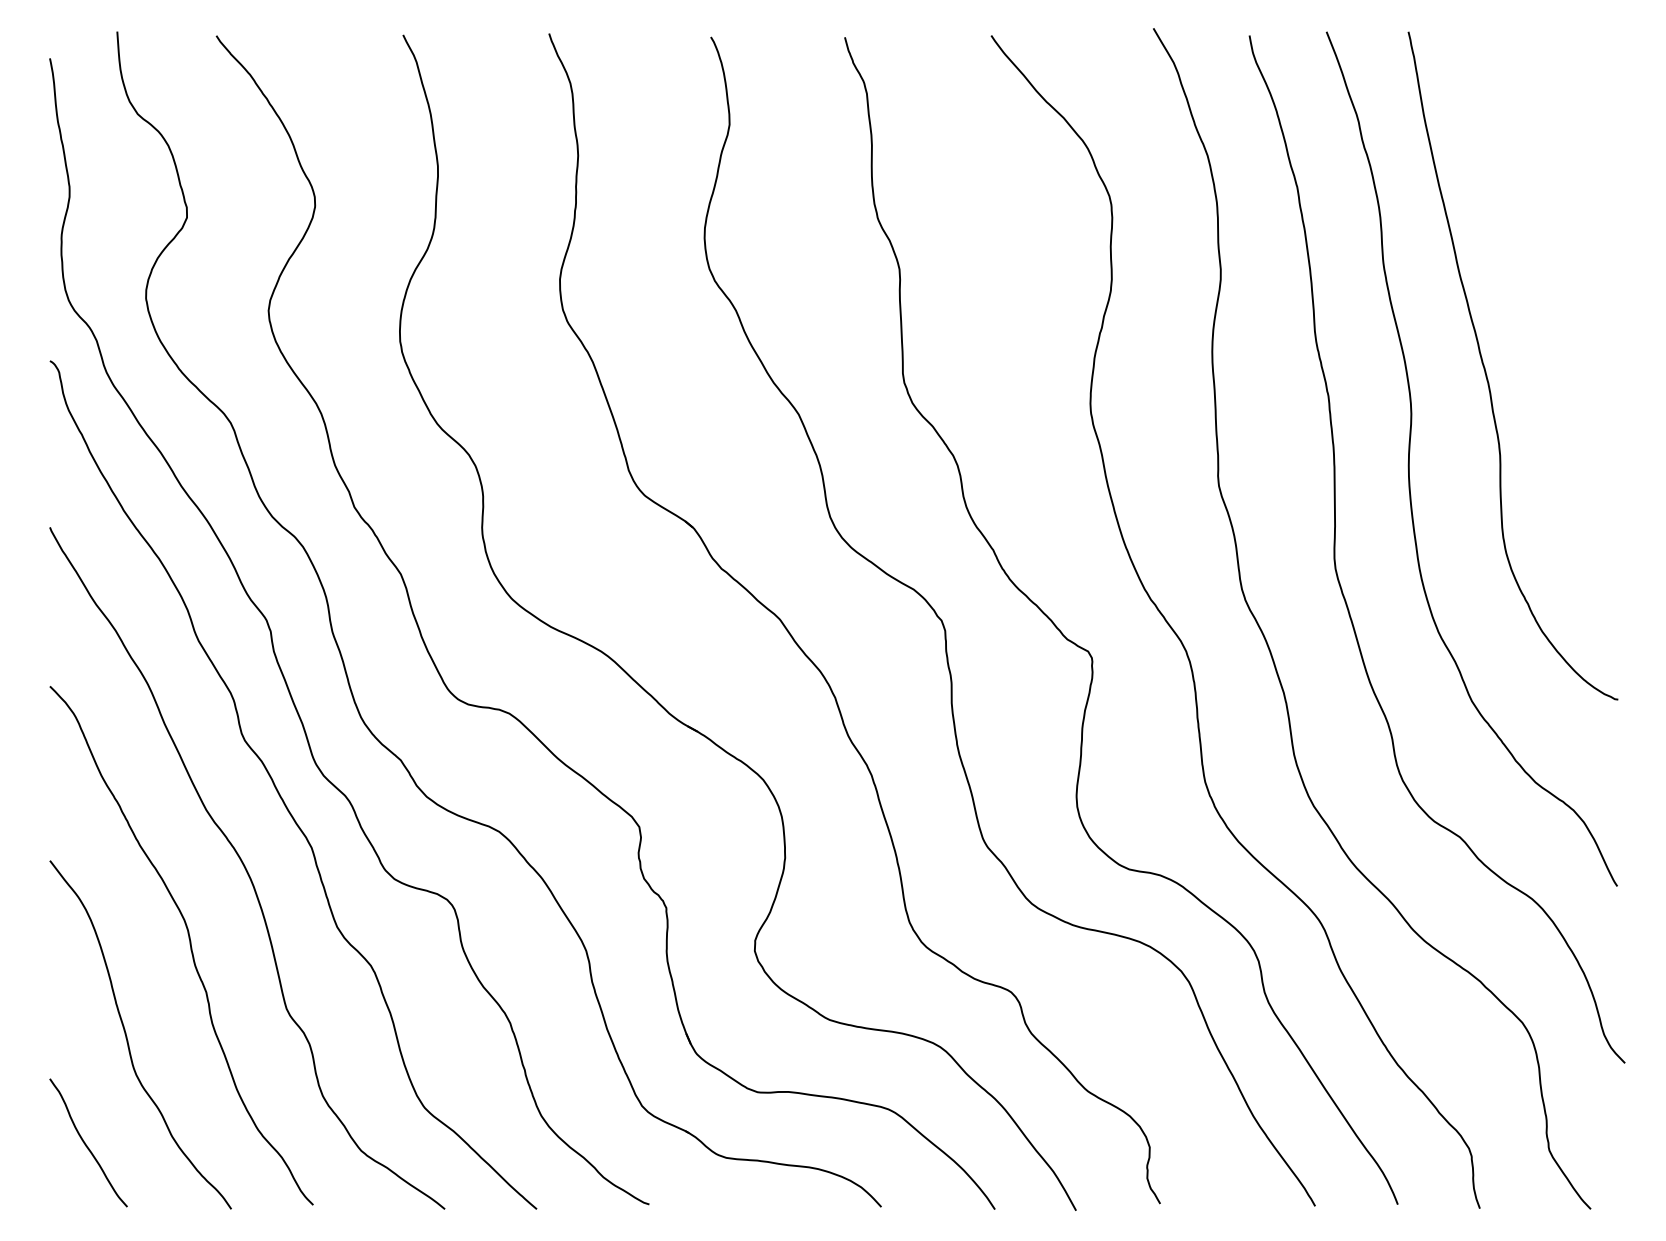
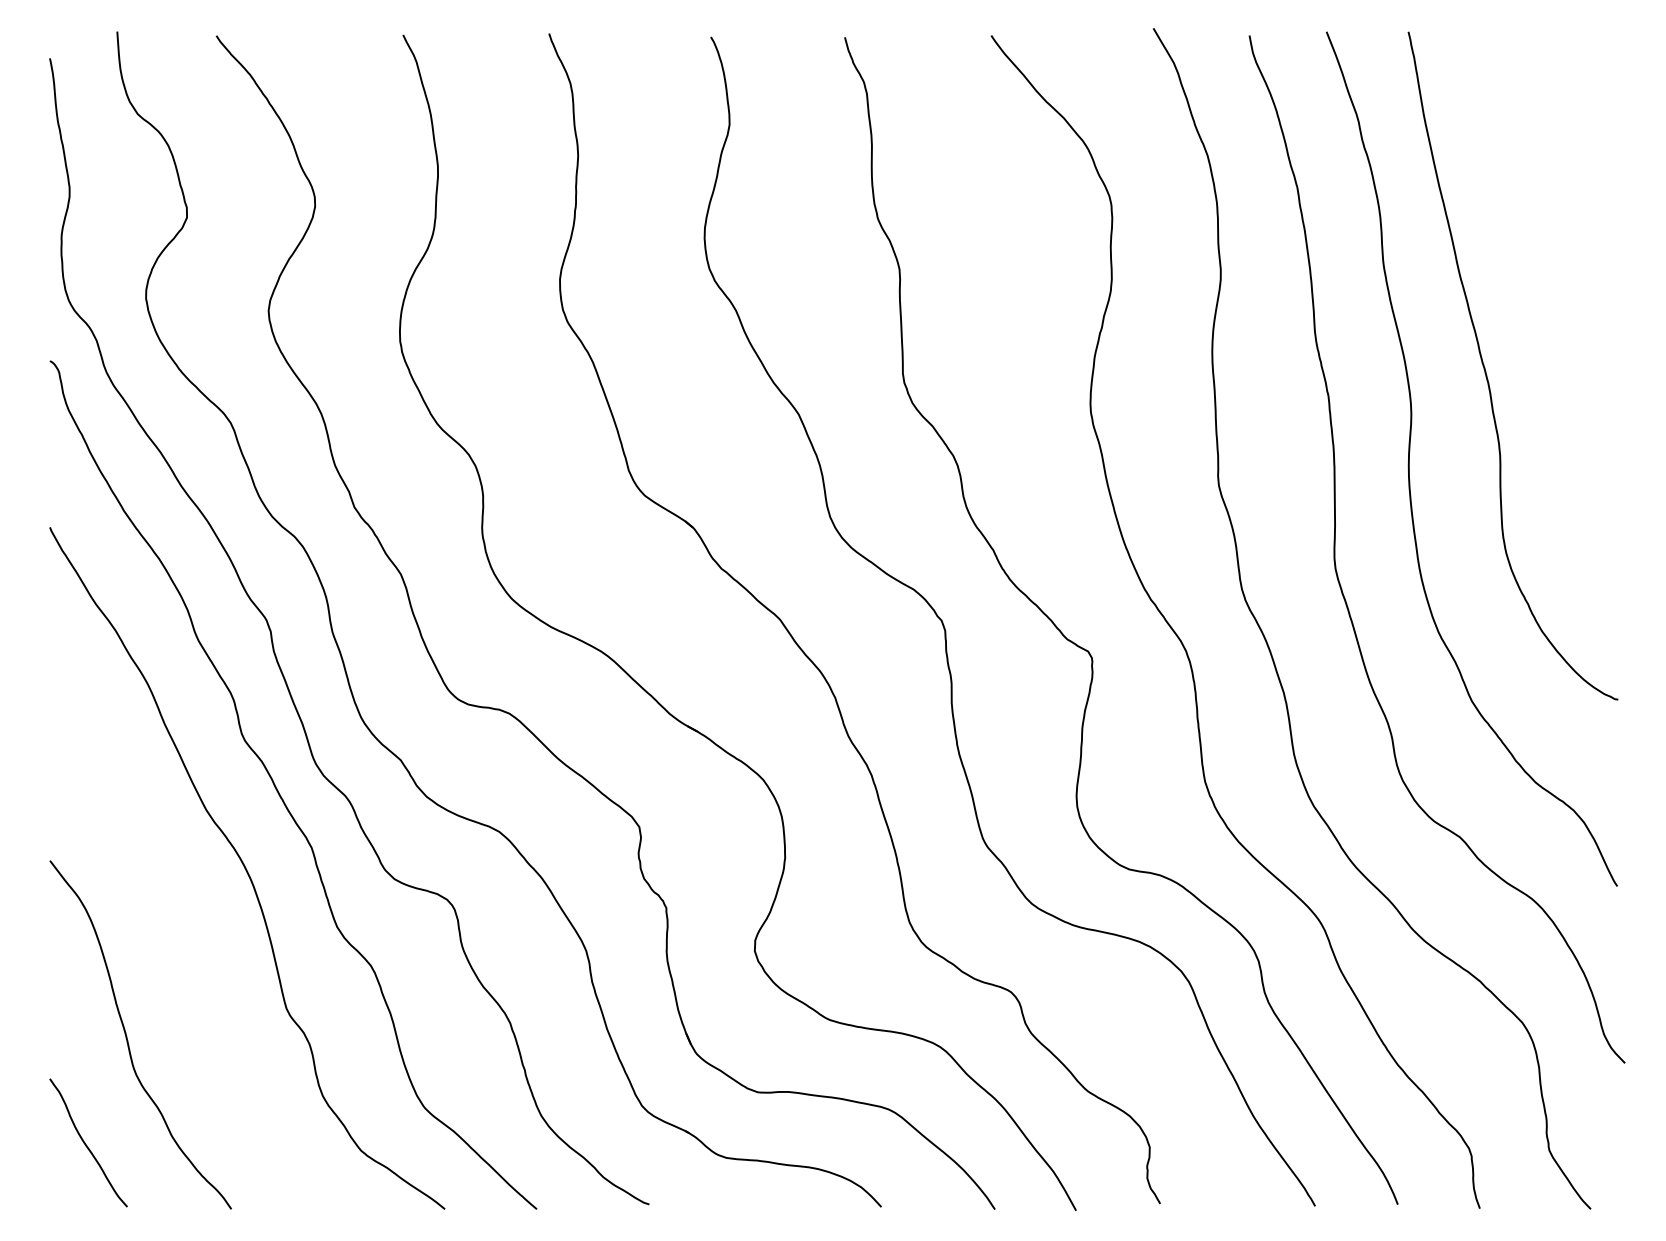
curve at (189, 944): present -> none
